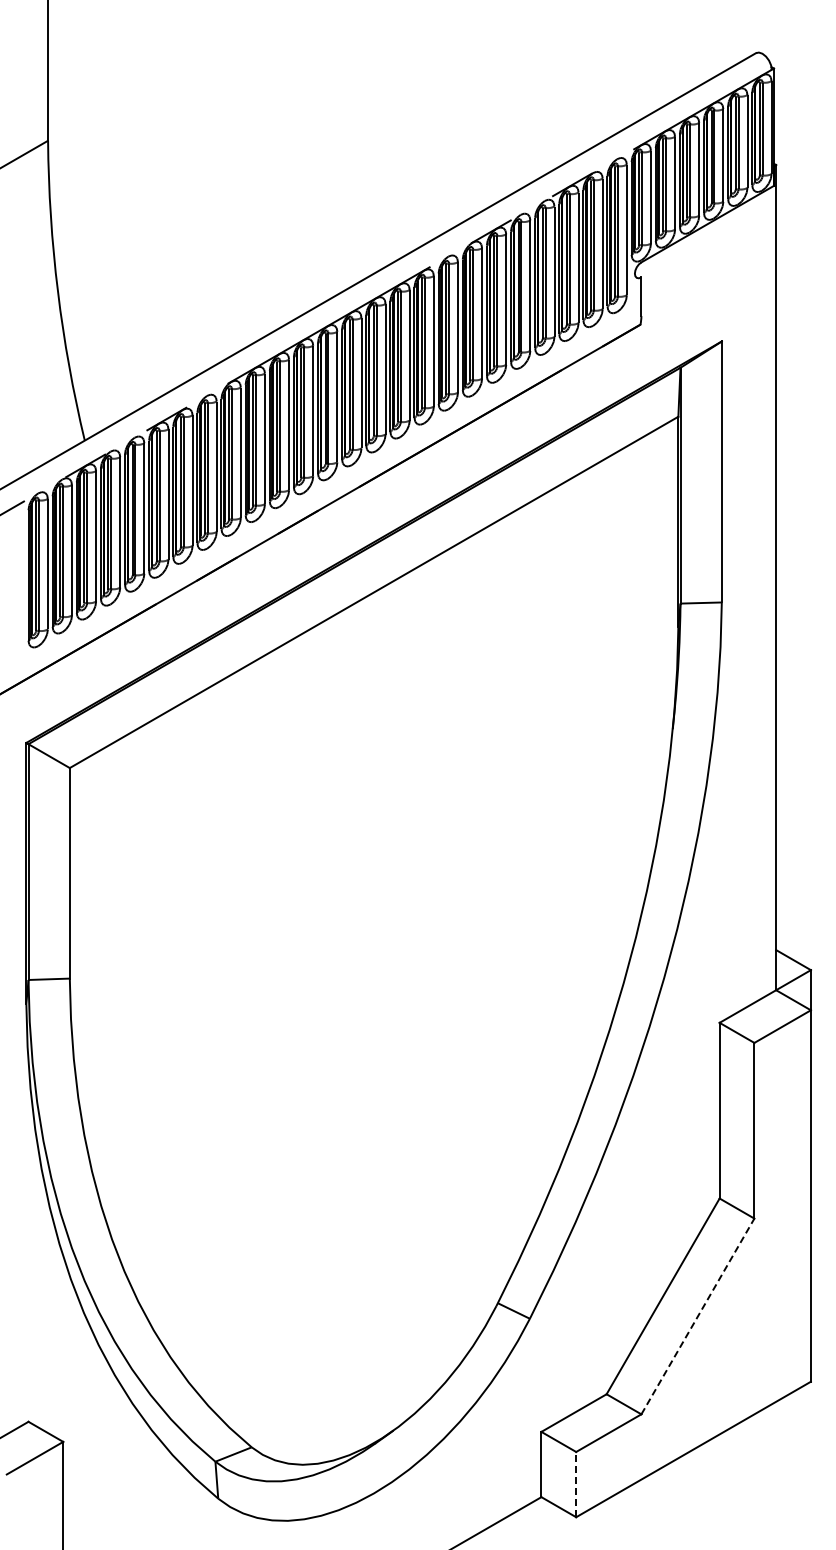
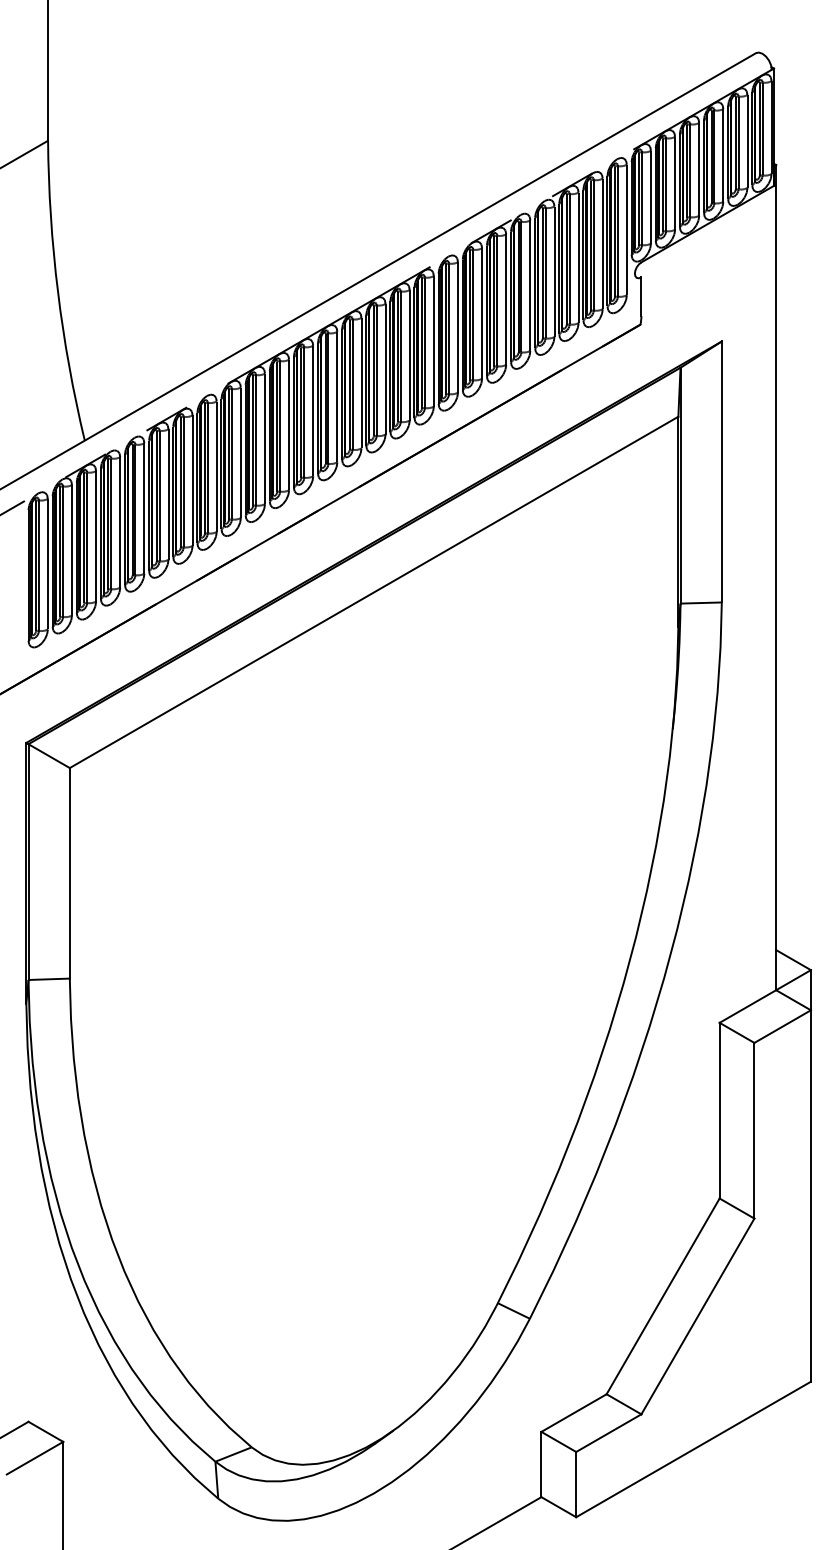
line at (698, 1316): dashed -> solid
line at (576, 1484): dashed -> solid
